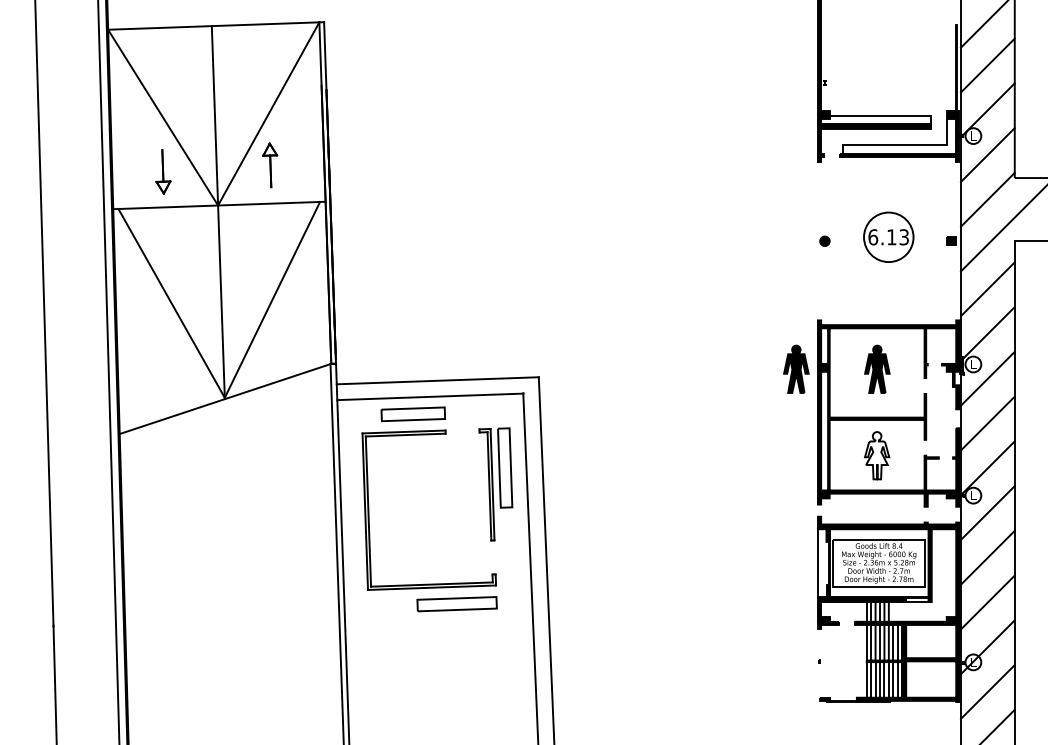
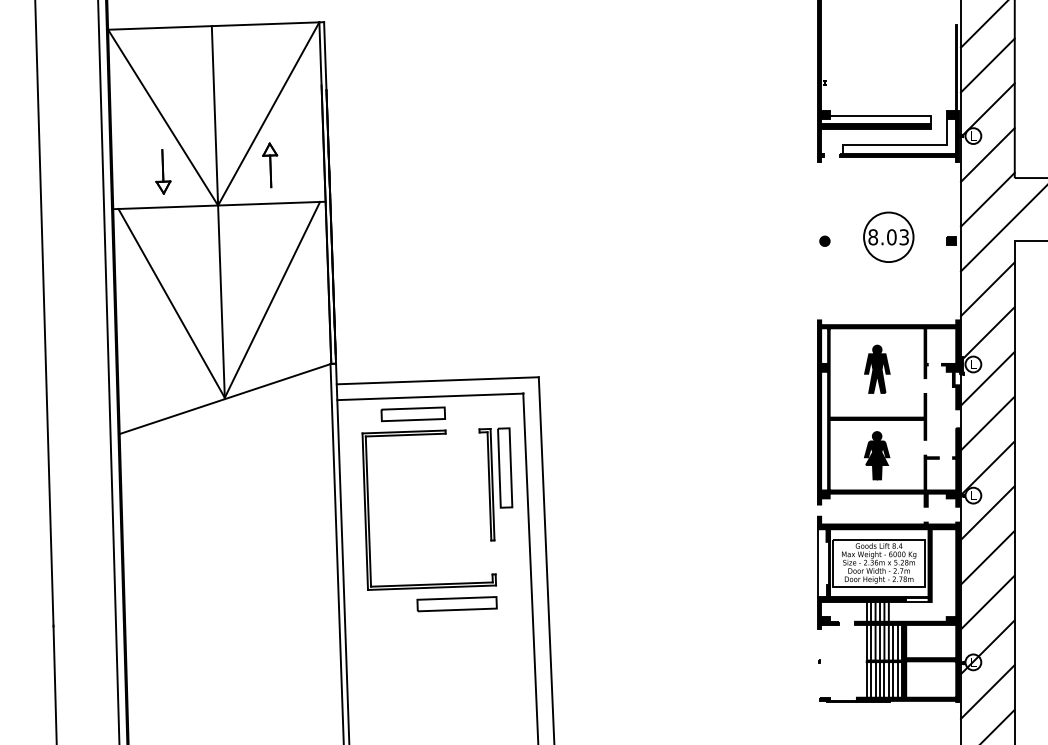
text at (882, 237): 6.13 -> 8.03
part at (796, 368): present -> none
fill at (877, 455): none -> present
